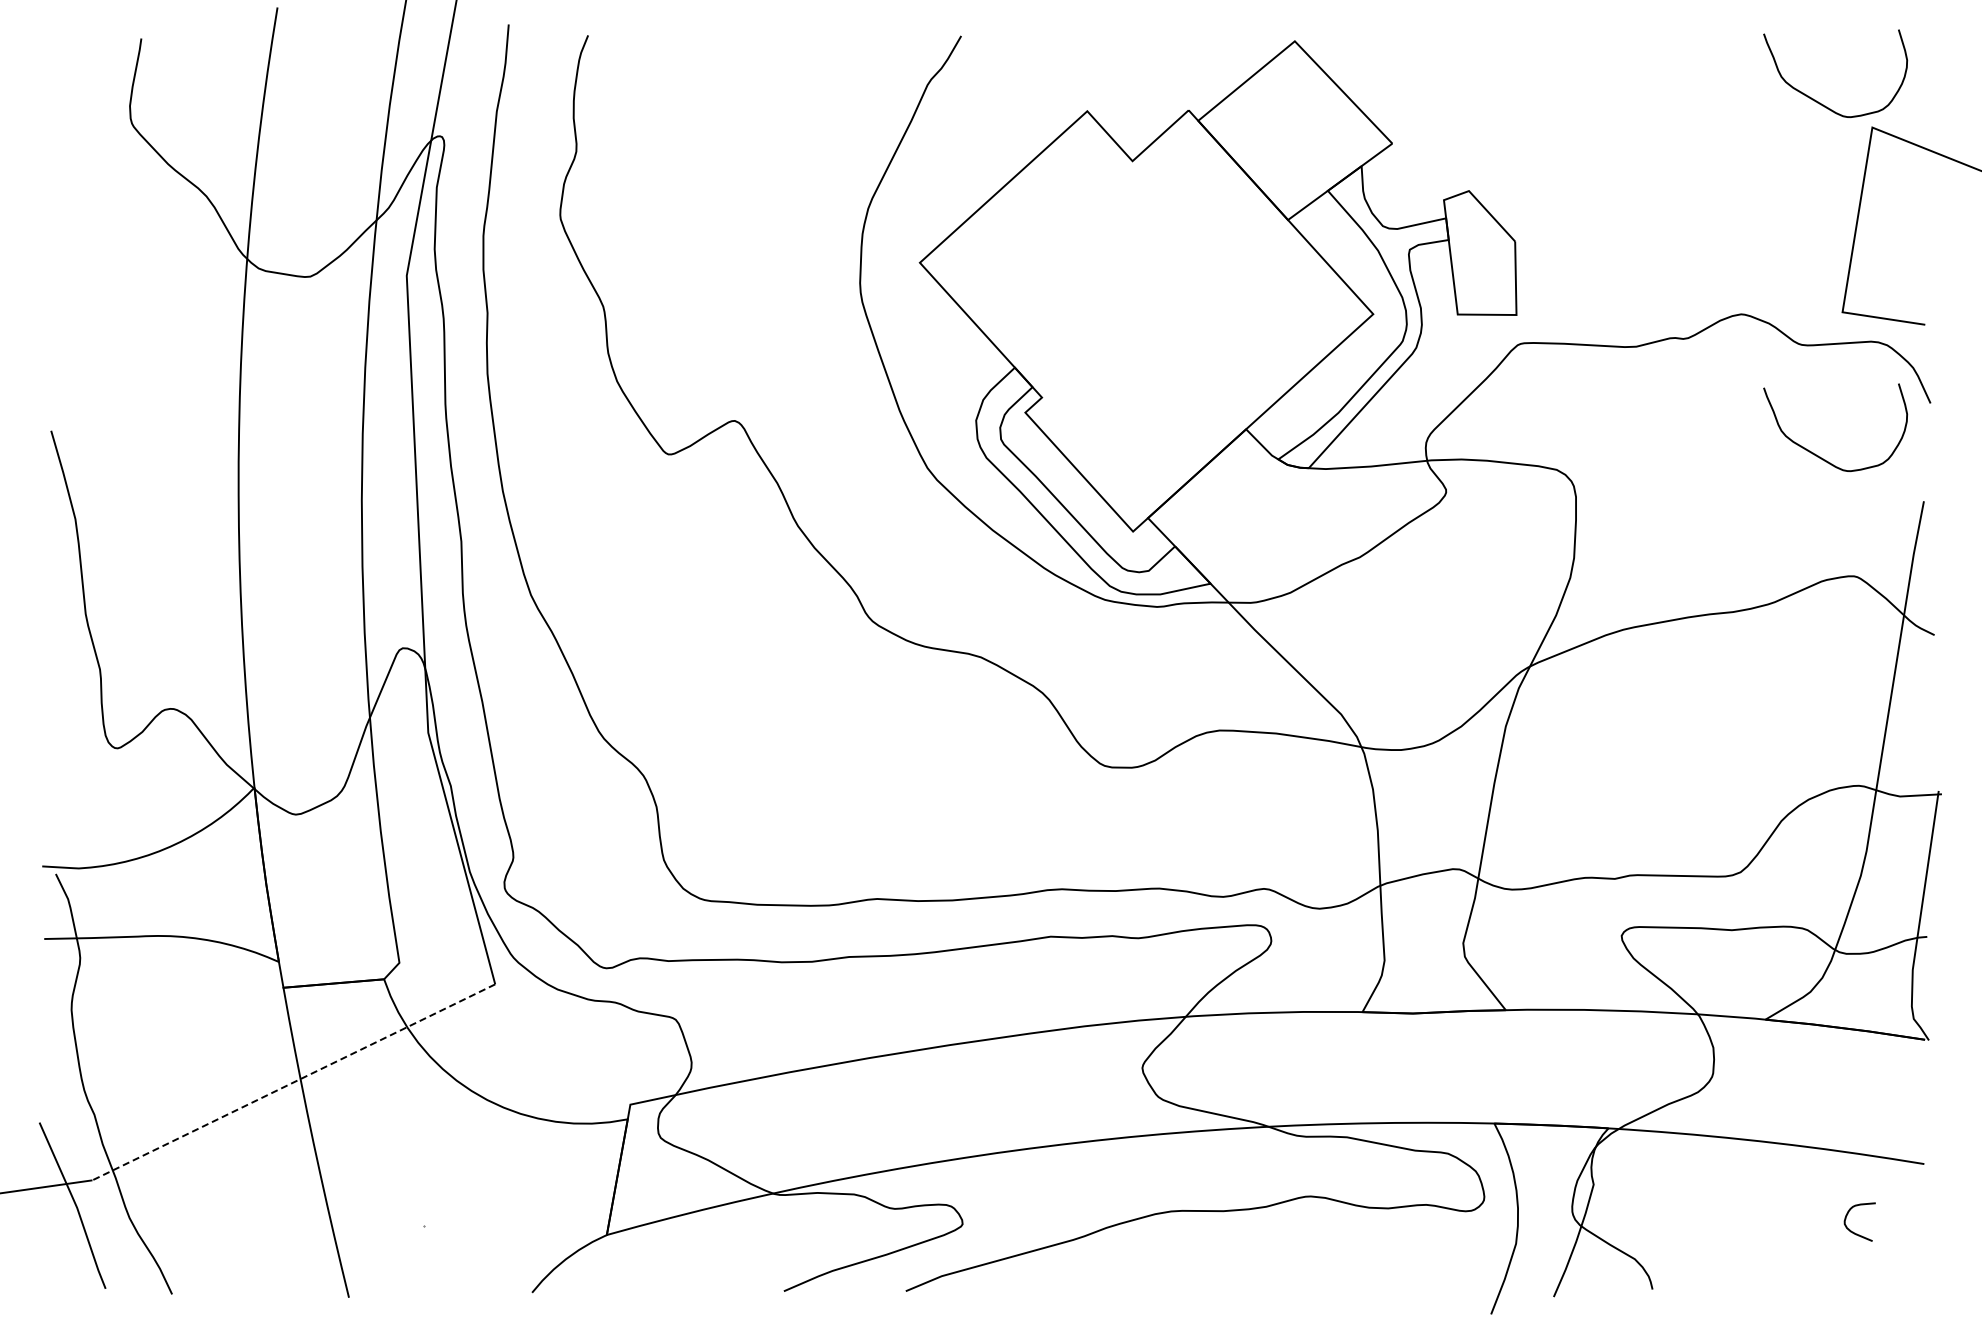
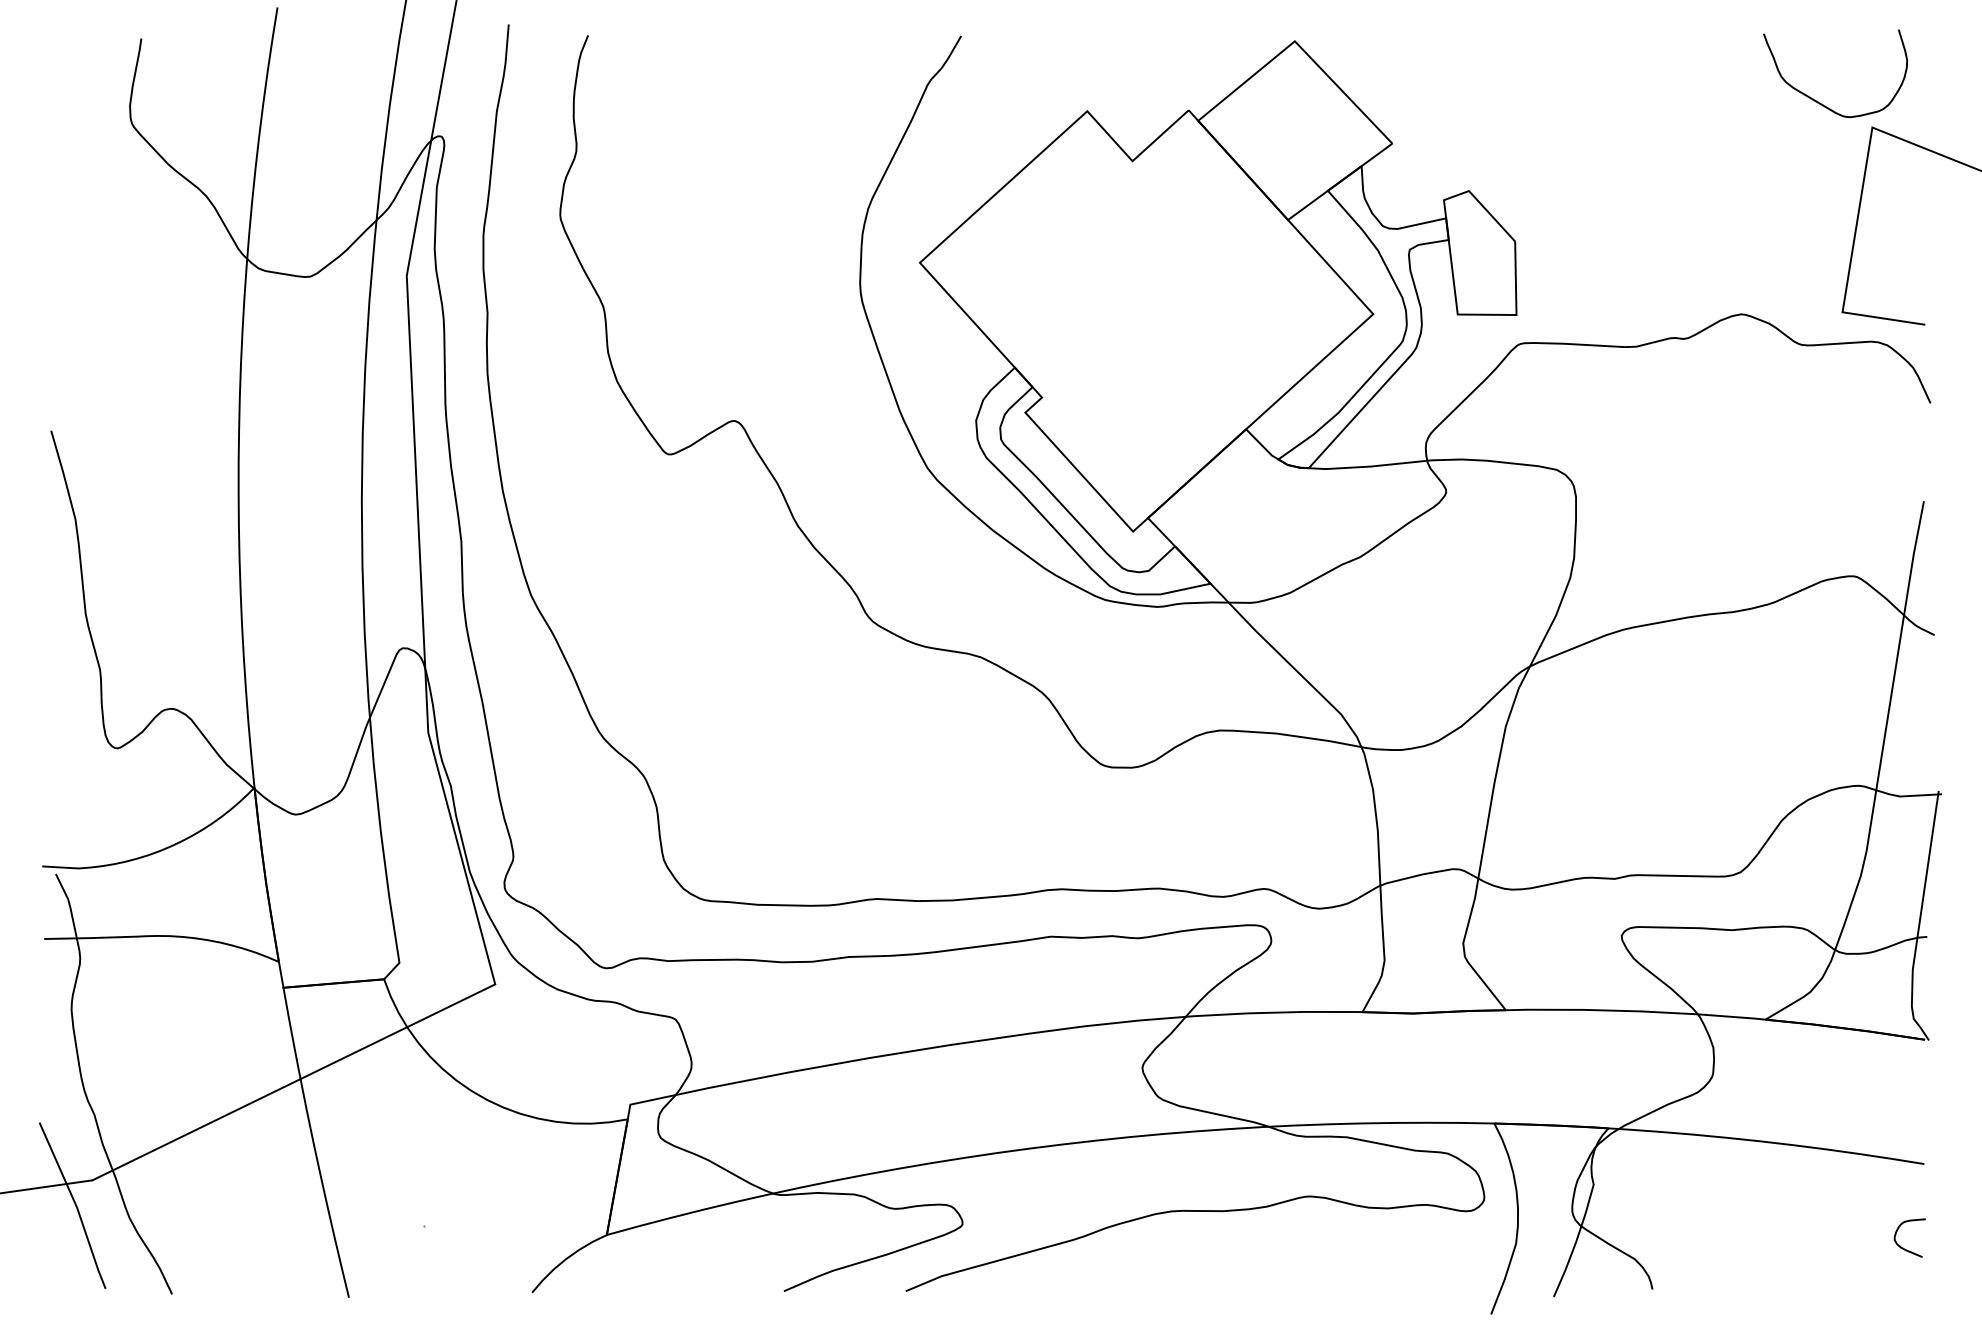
curve at (1820, 456): present -> none
line at (293, 1082): dashed -> solid
curve at (1853, 1231) position: (1853, 1231) -> (1903, 1247)
